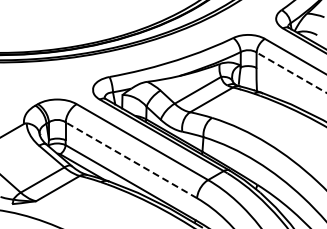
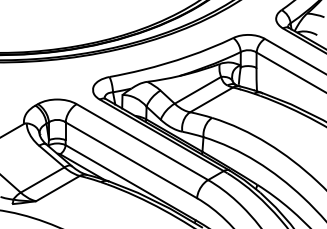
line at (291, 72): dashed -> solid
line at (131, 160): dashed -> solid
